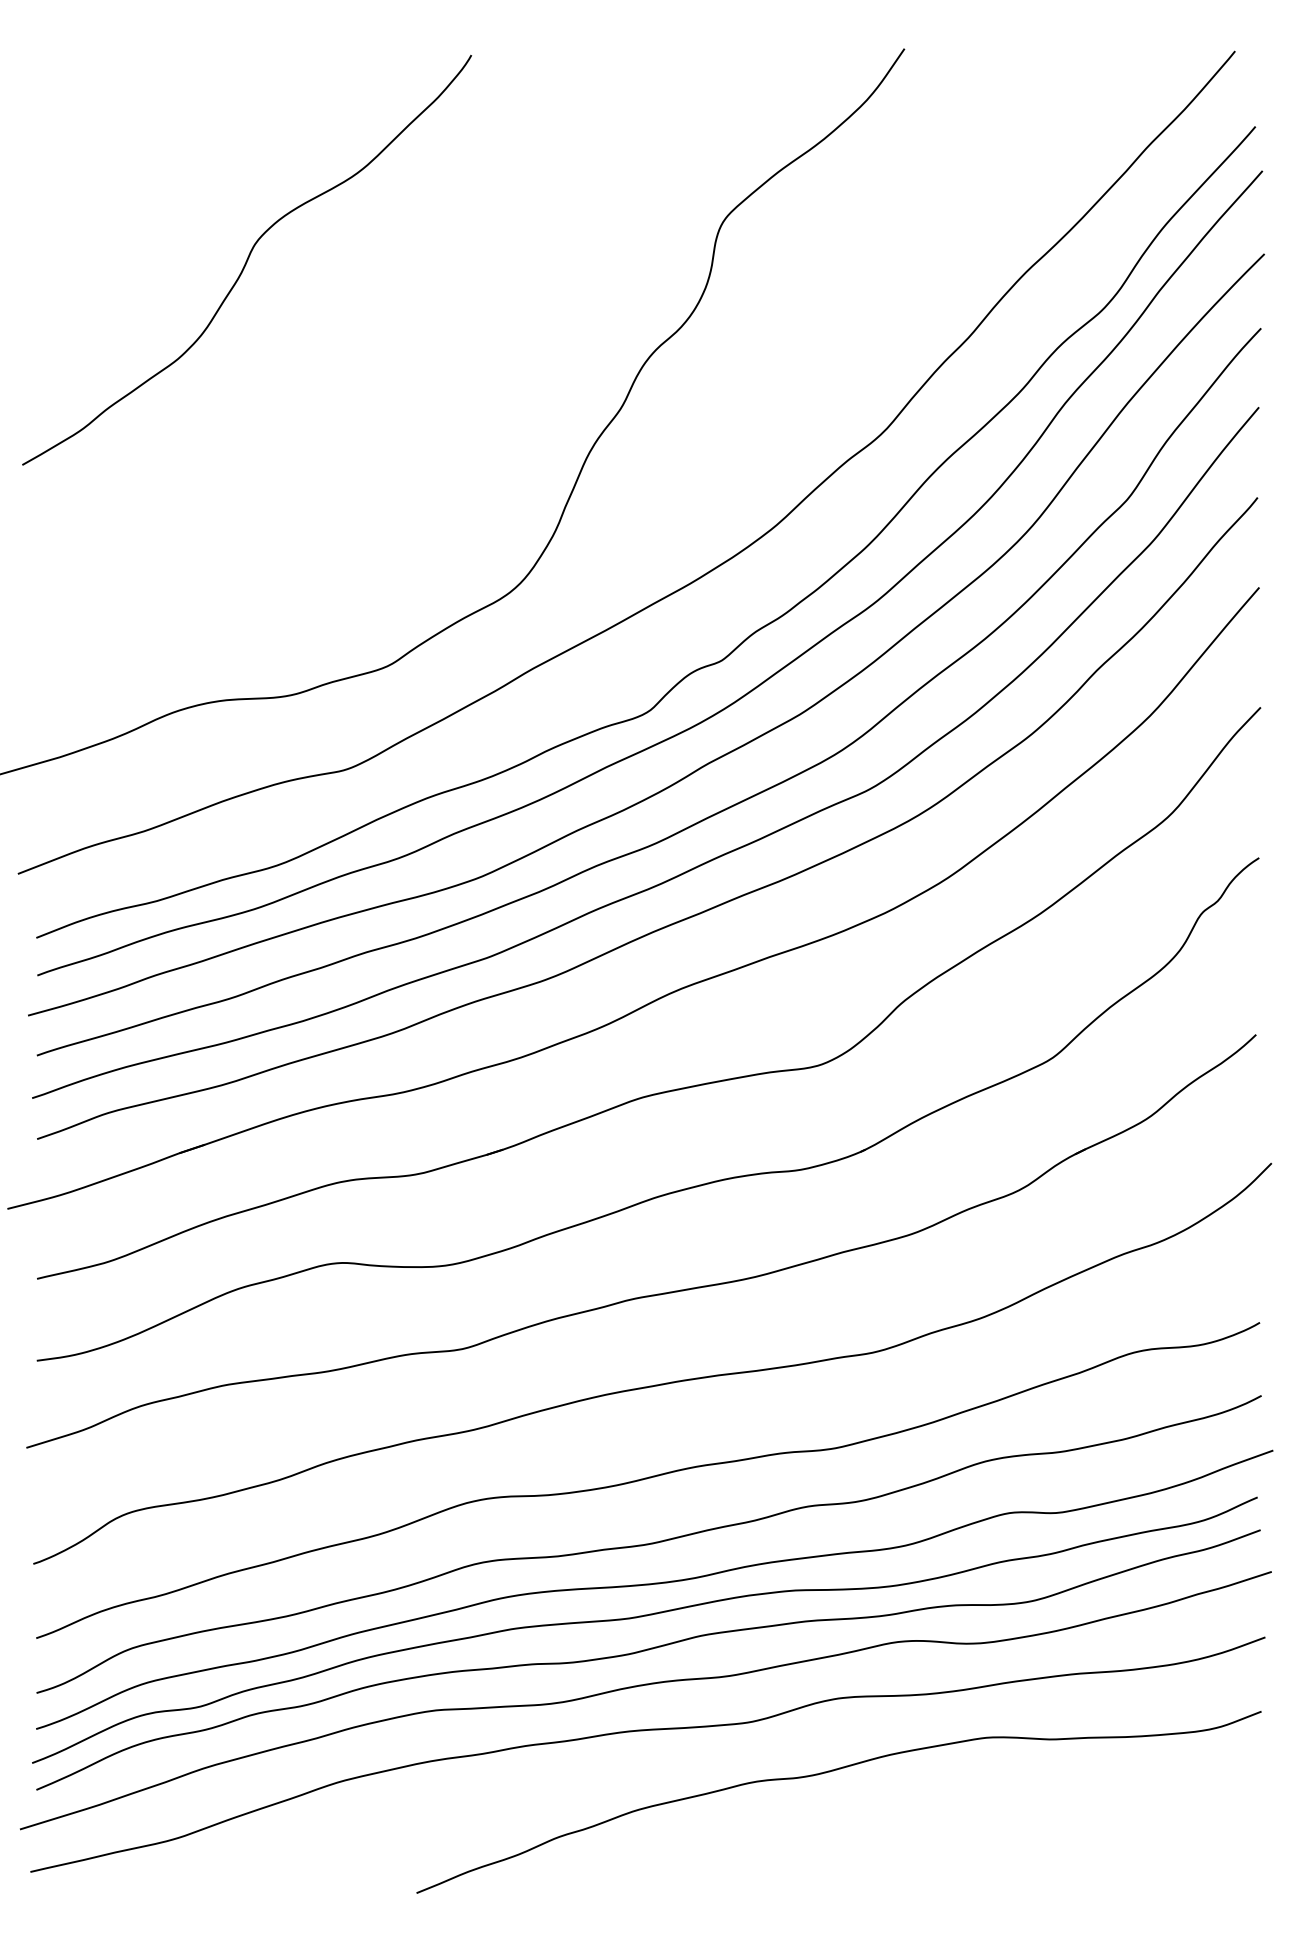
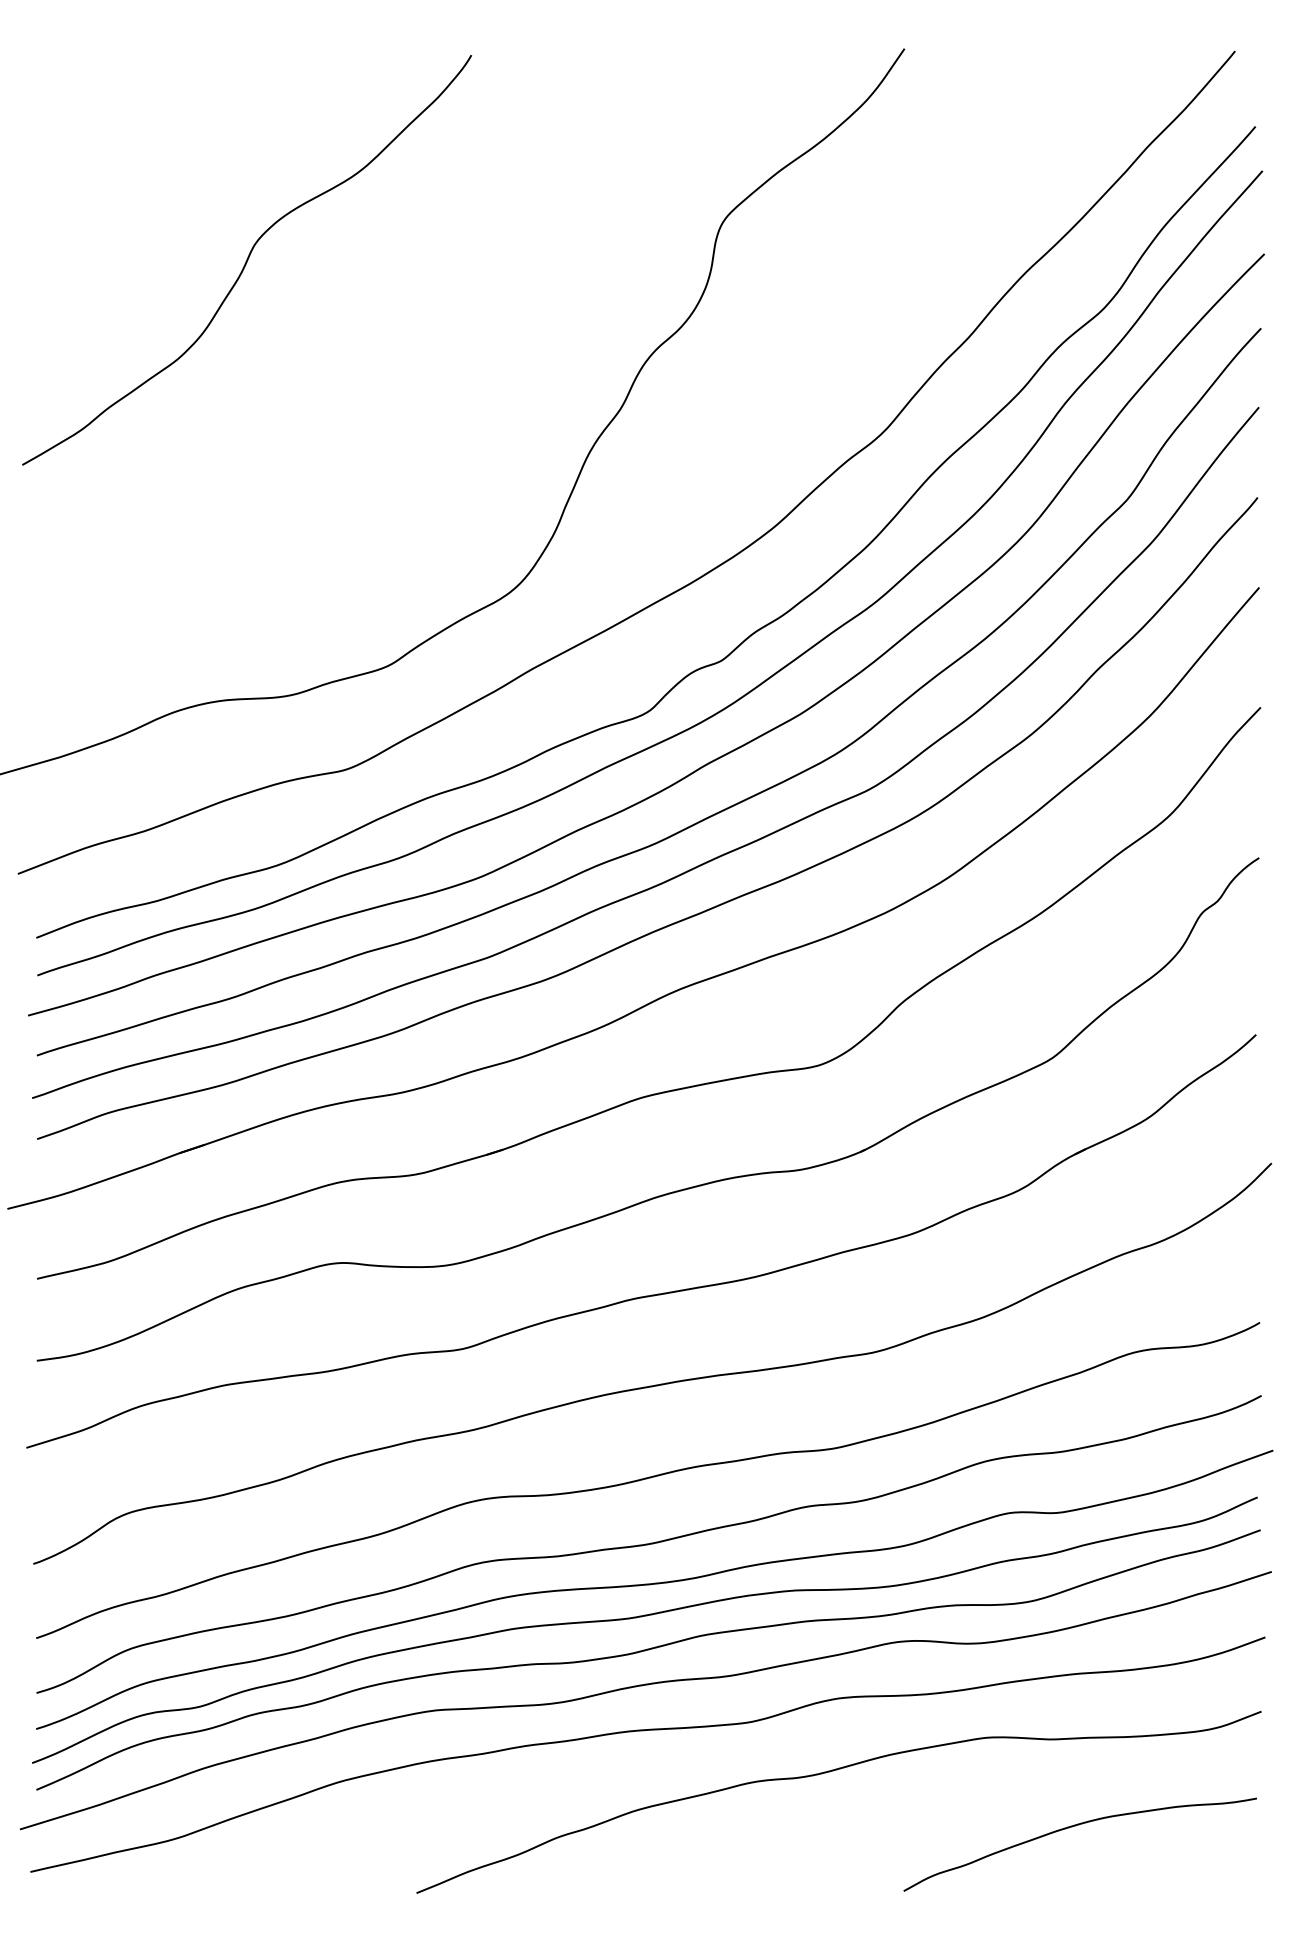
curve at (1072, 1827): none -> present
